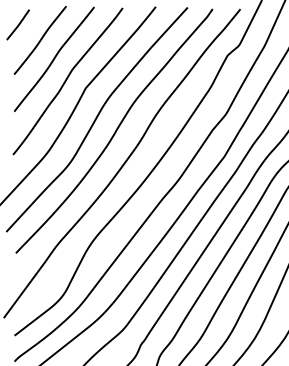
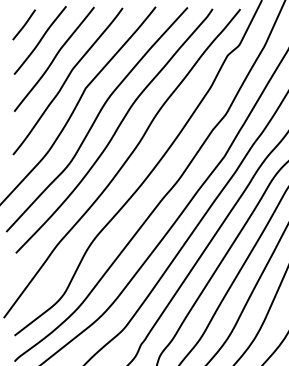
line at (18, 24) position: (18, 24) -> (24, 24)
